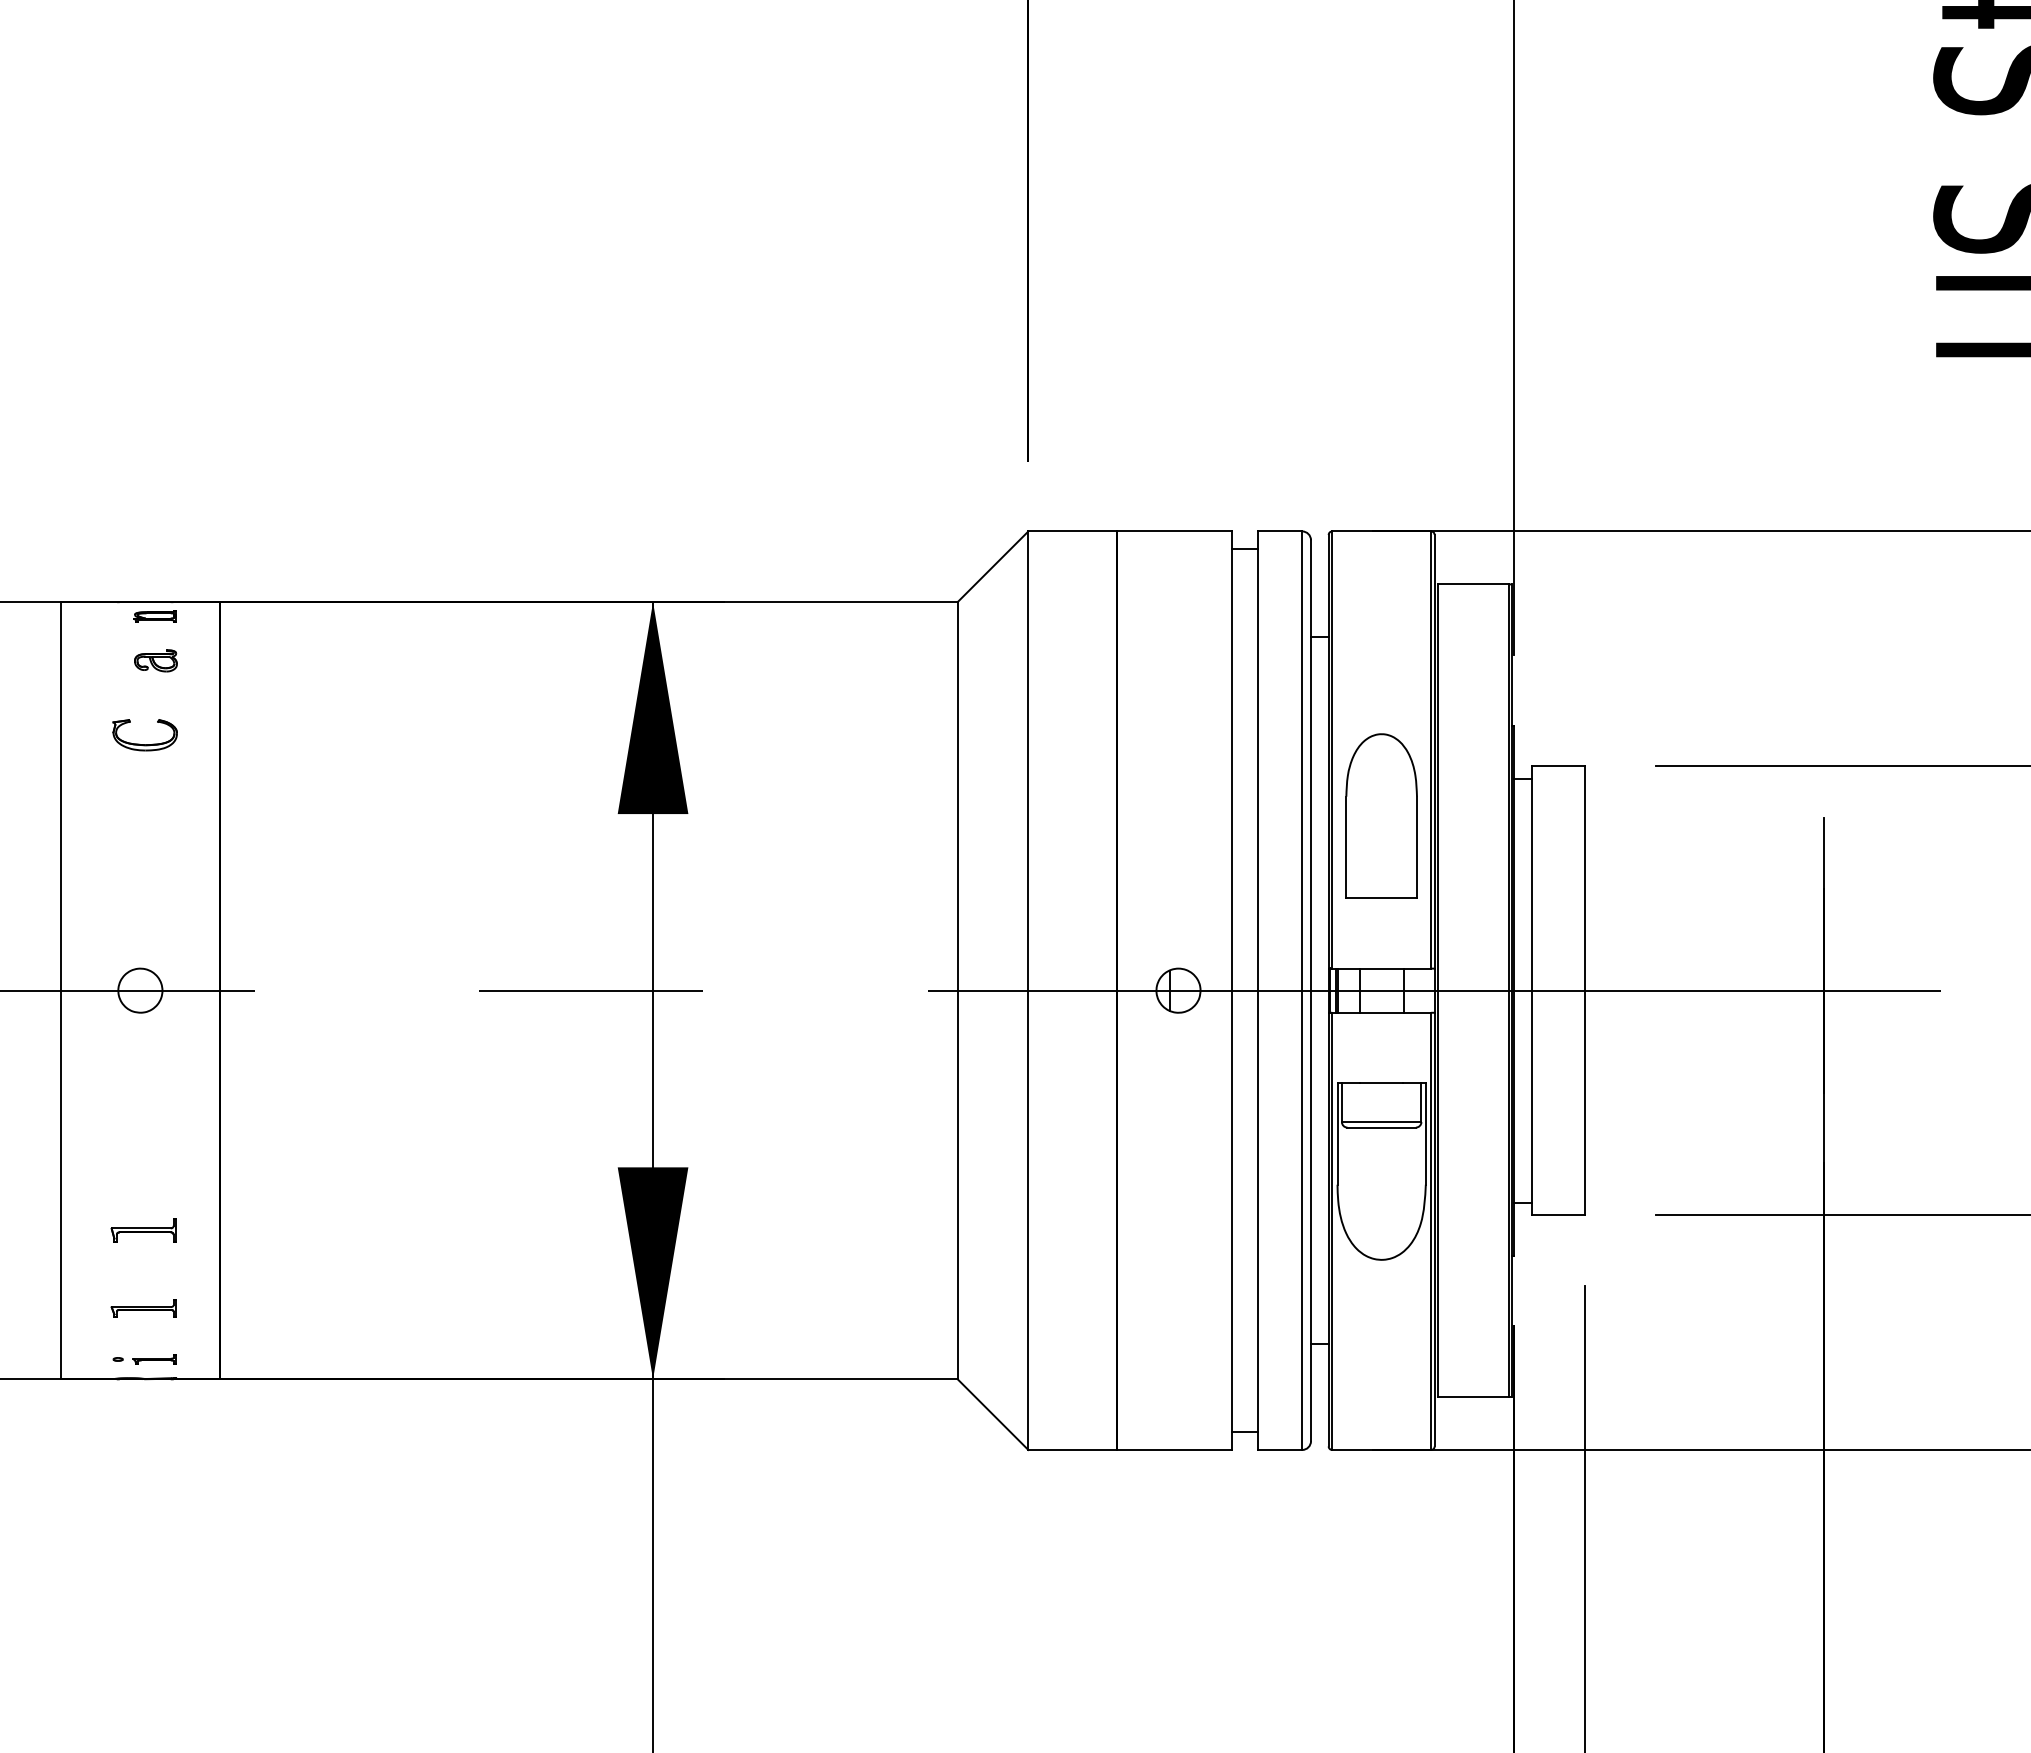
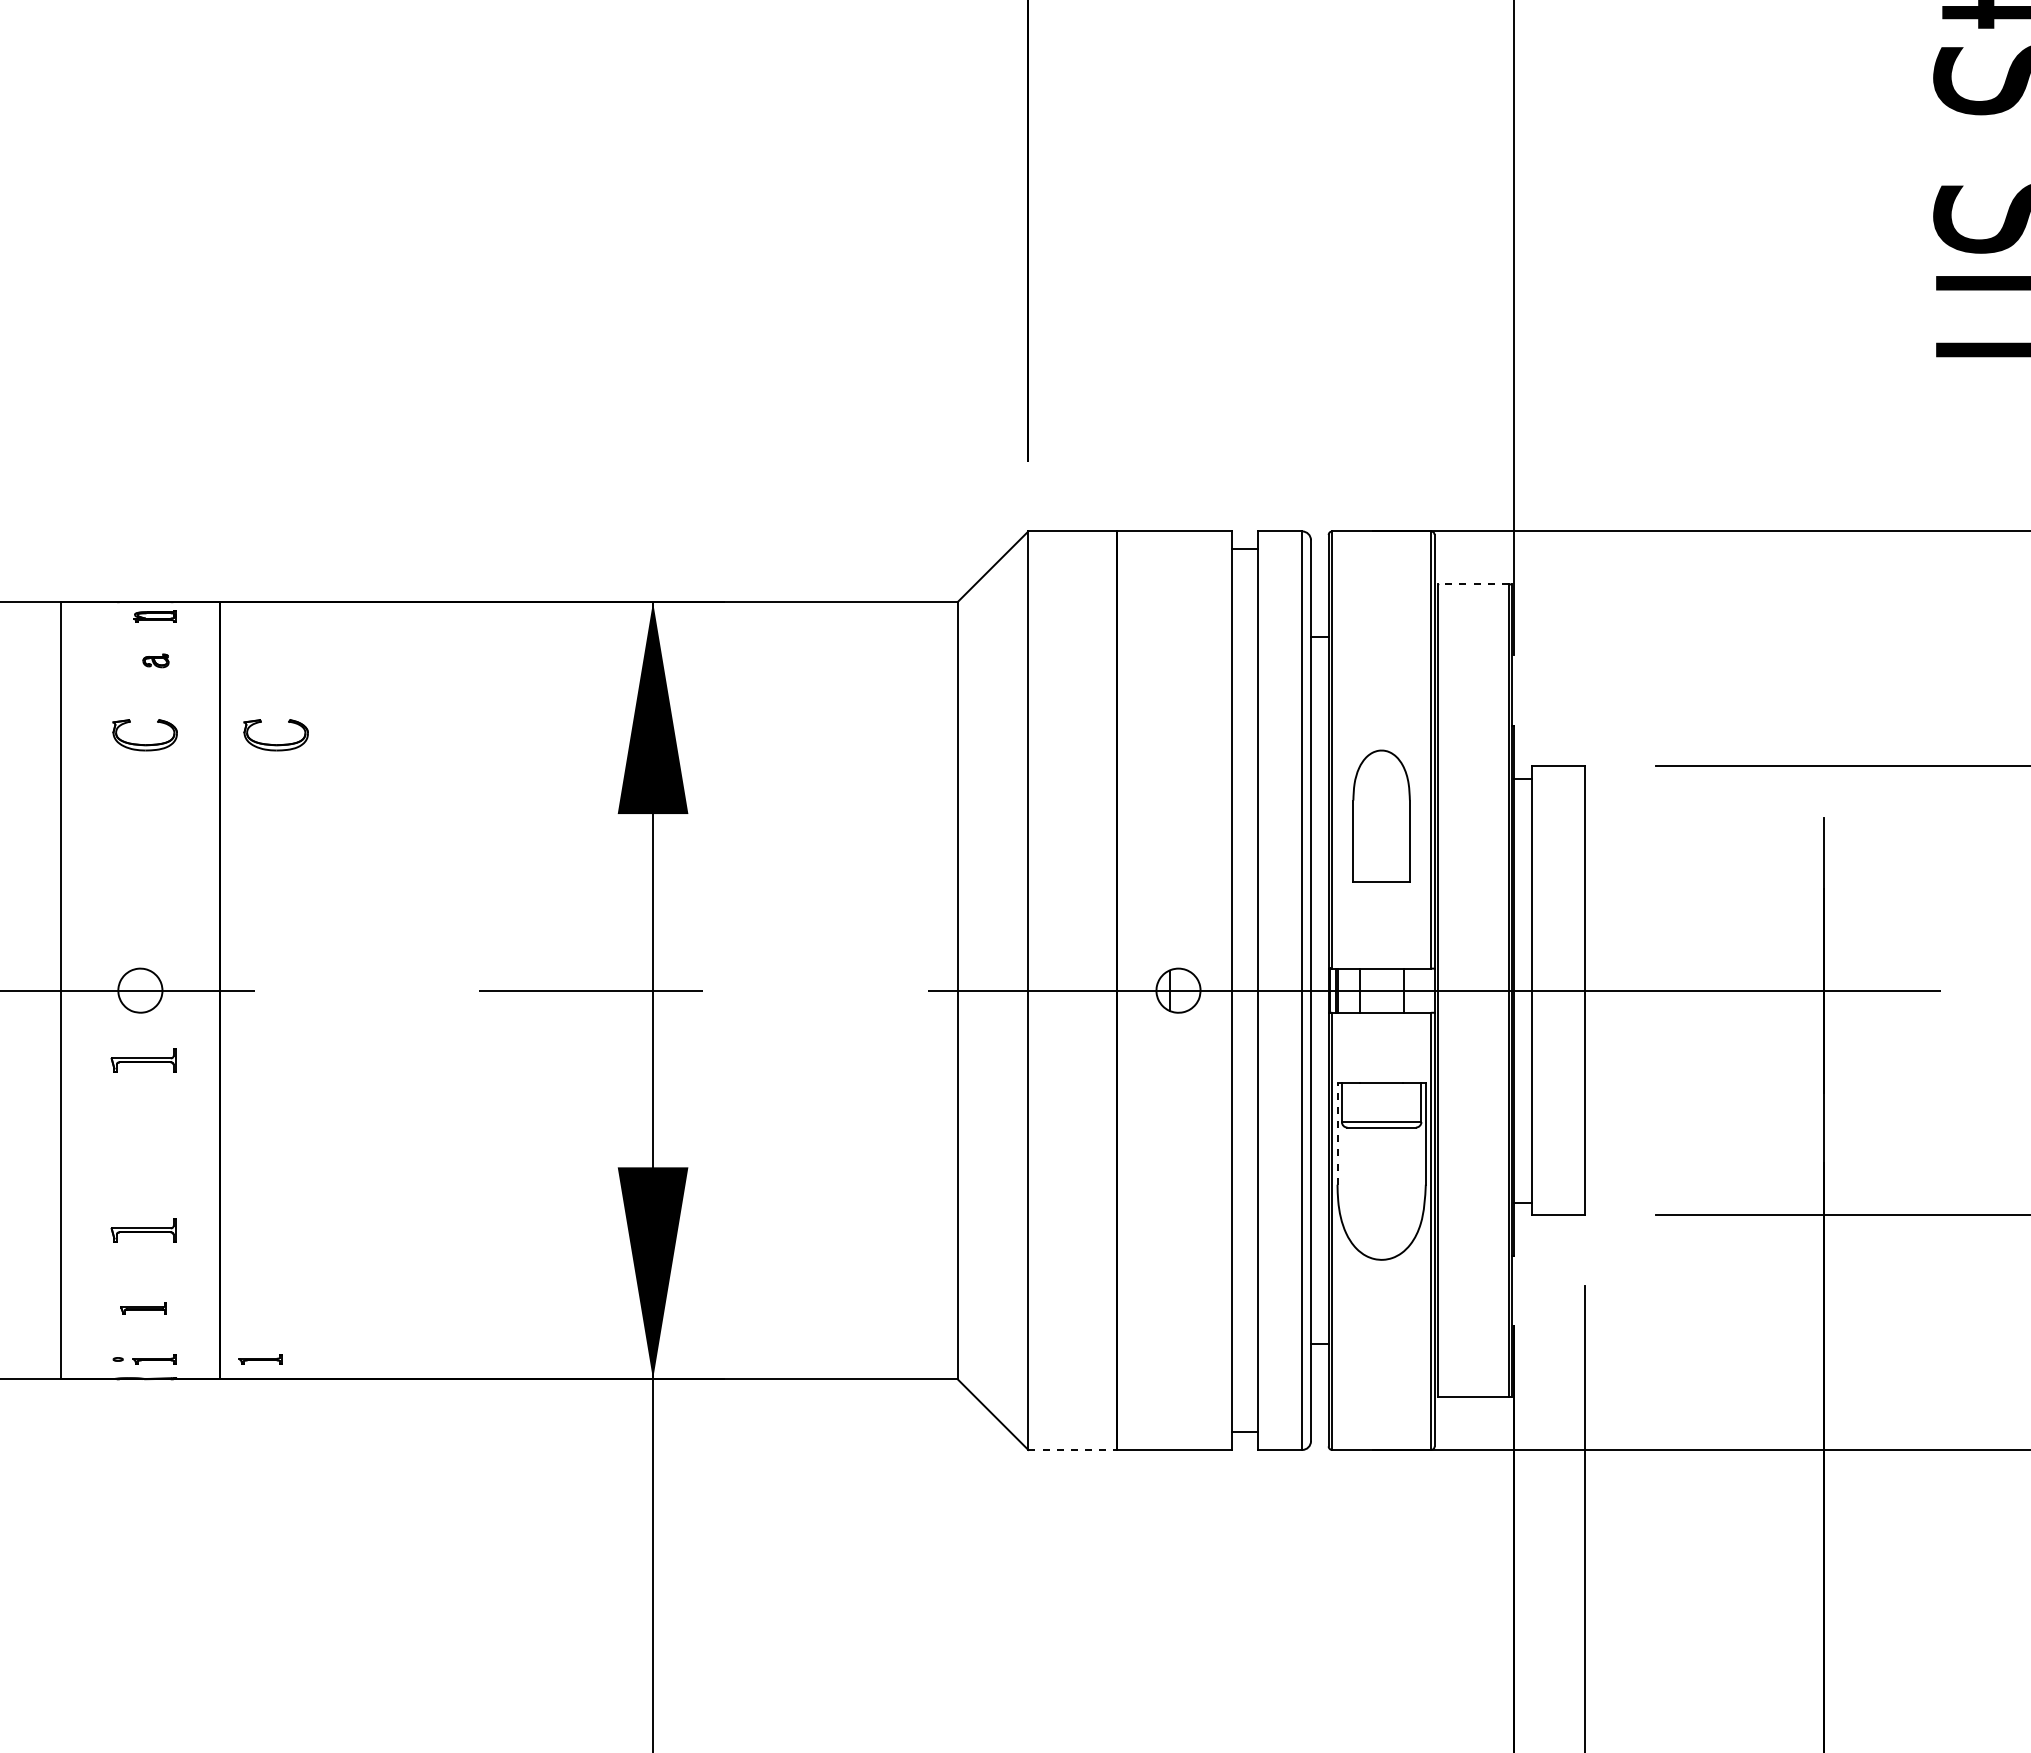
line at (1473, 584): solid -> dashed
part at (155, 660) size: 44x24 px -> 28x16 px
part at (275, 744): none -> present
part at (1381, 815) size: 73x166 px -> 59x134 px
part at (143, 1060): none -> present
line at (1337, 1134): solid -> dashed
part at (143, 1308) size: 67x19 px -> 47x13 px
part at (260, 1359): none -> present
line at (1073, 1449): solid -> dashed
